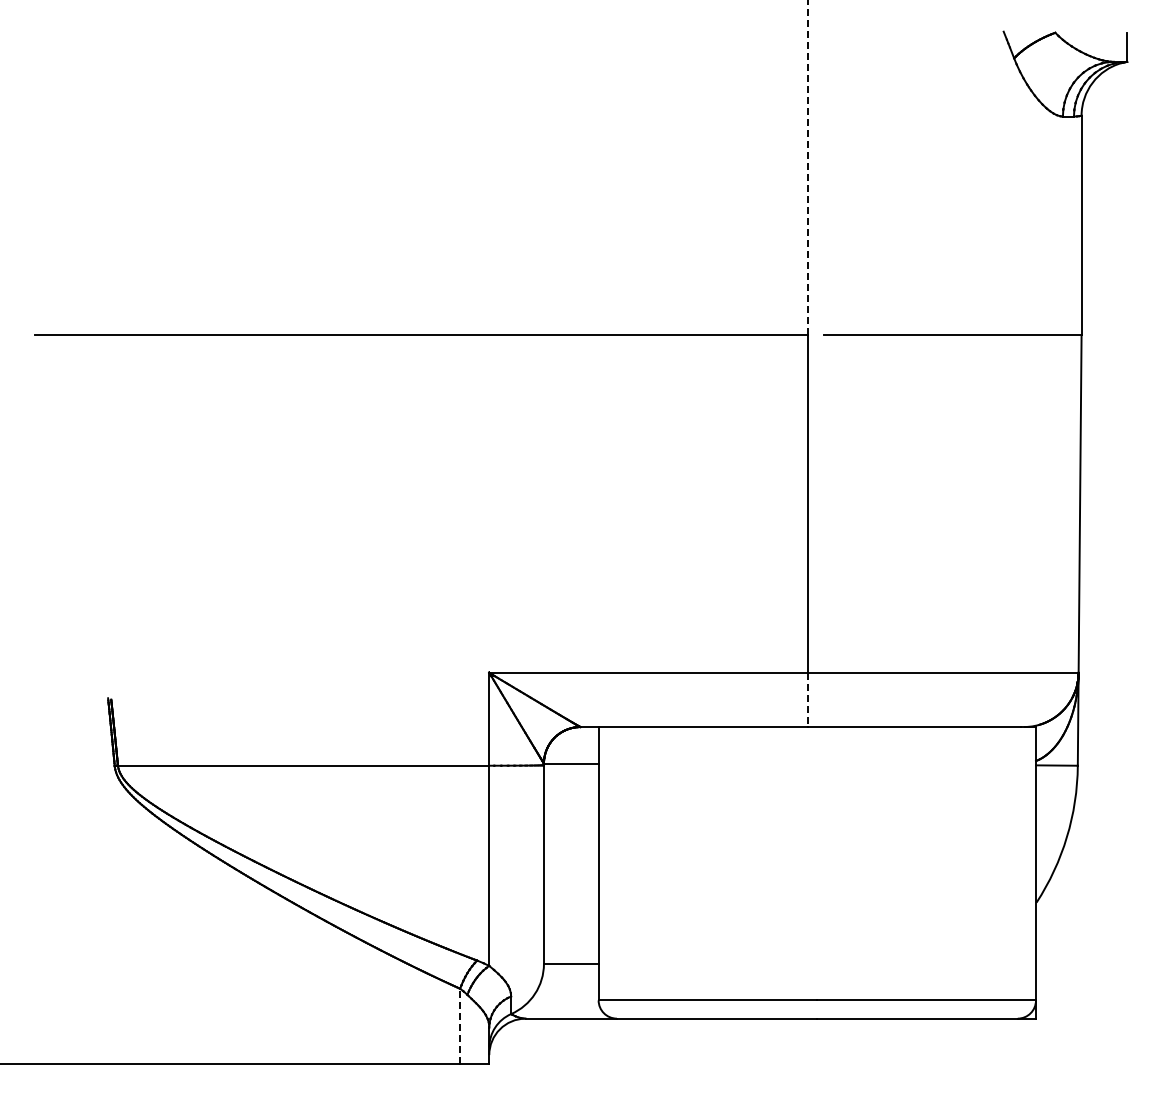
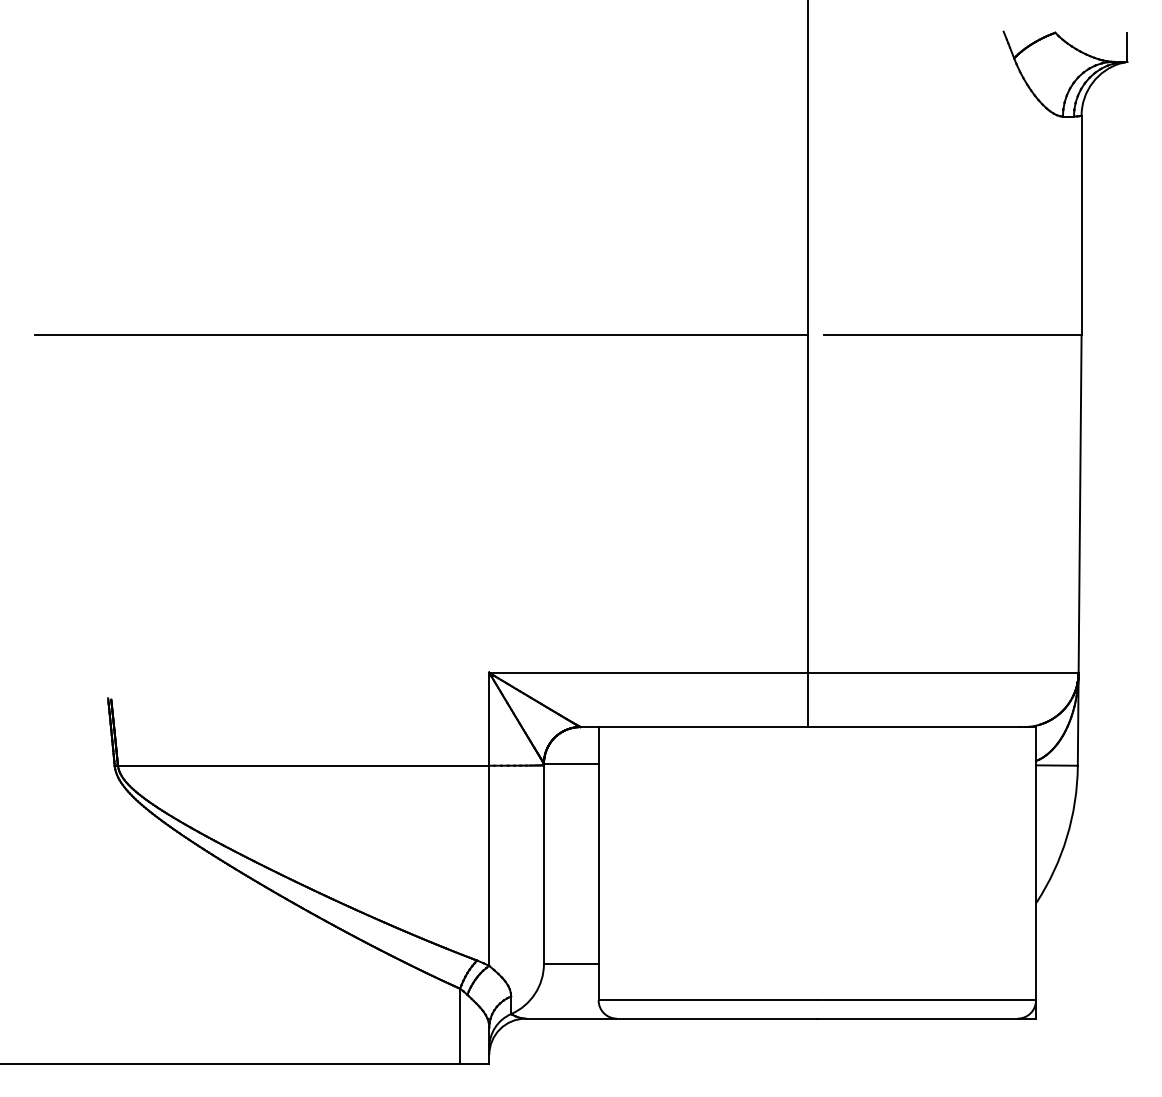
line at (808, 167): dashed -> solid
line at (808, 700): dashed -> solid
line at (460, 1026): dashed -> solid
